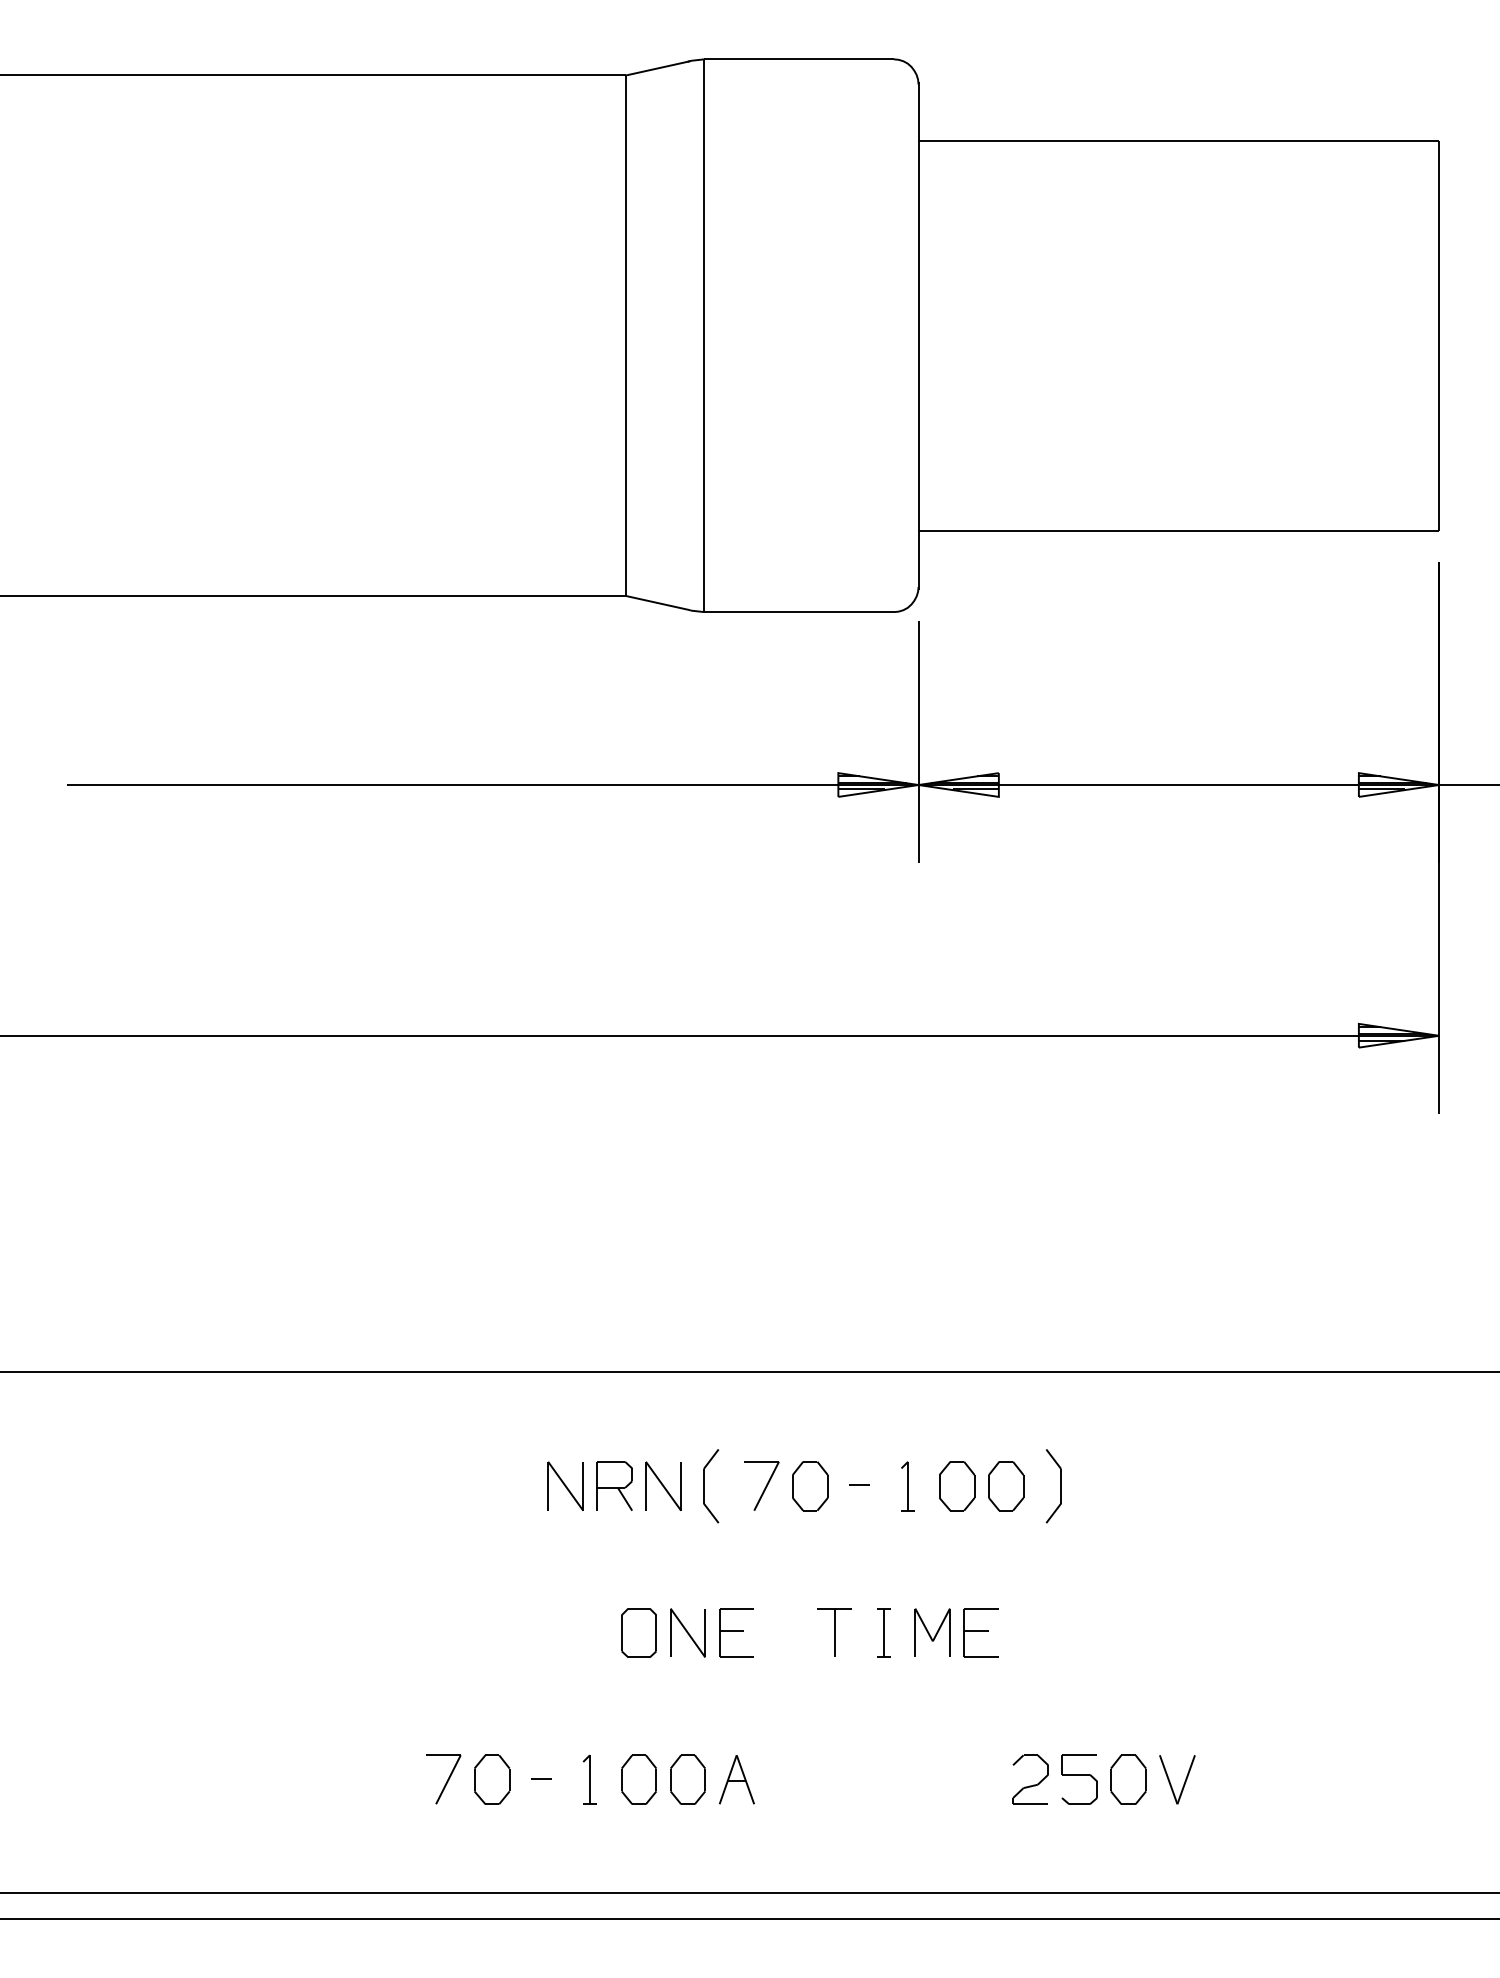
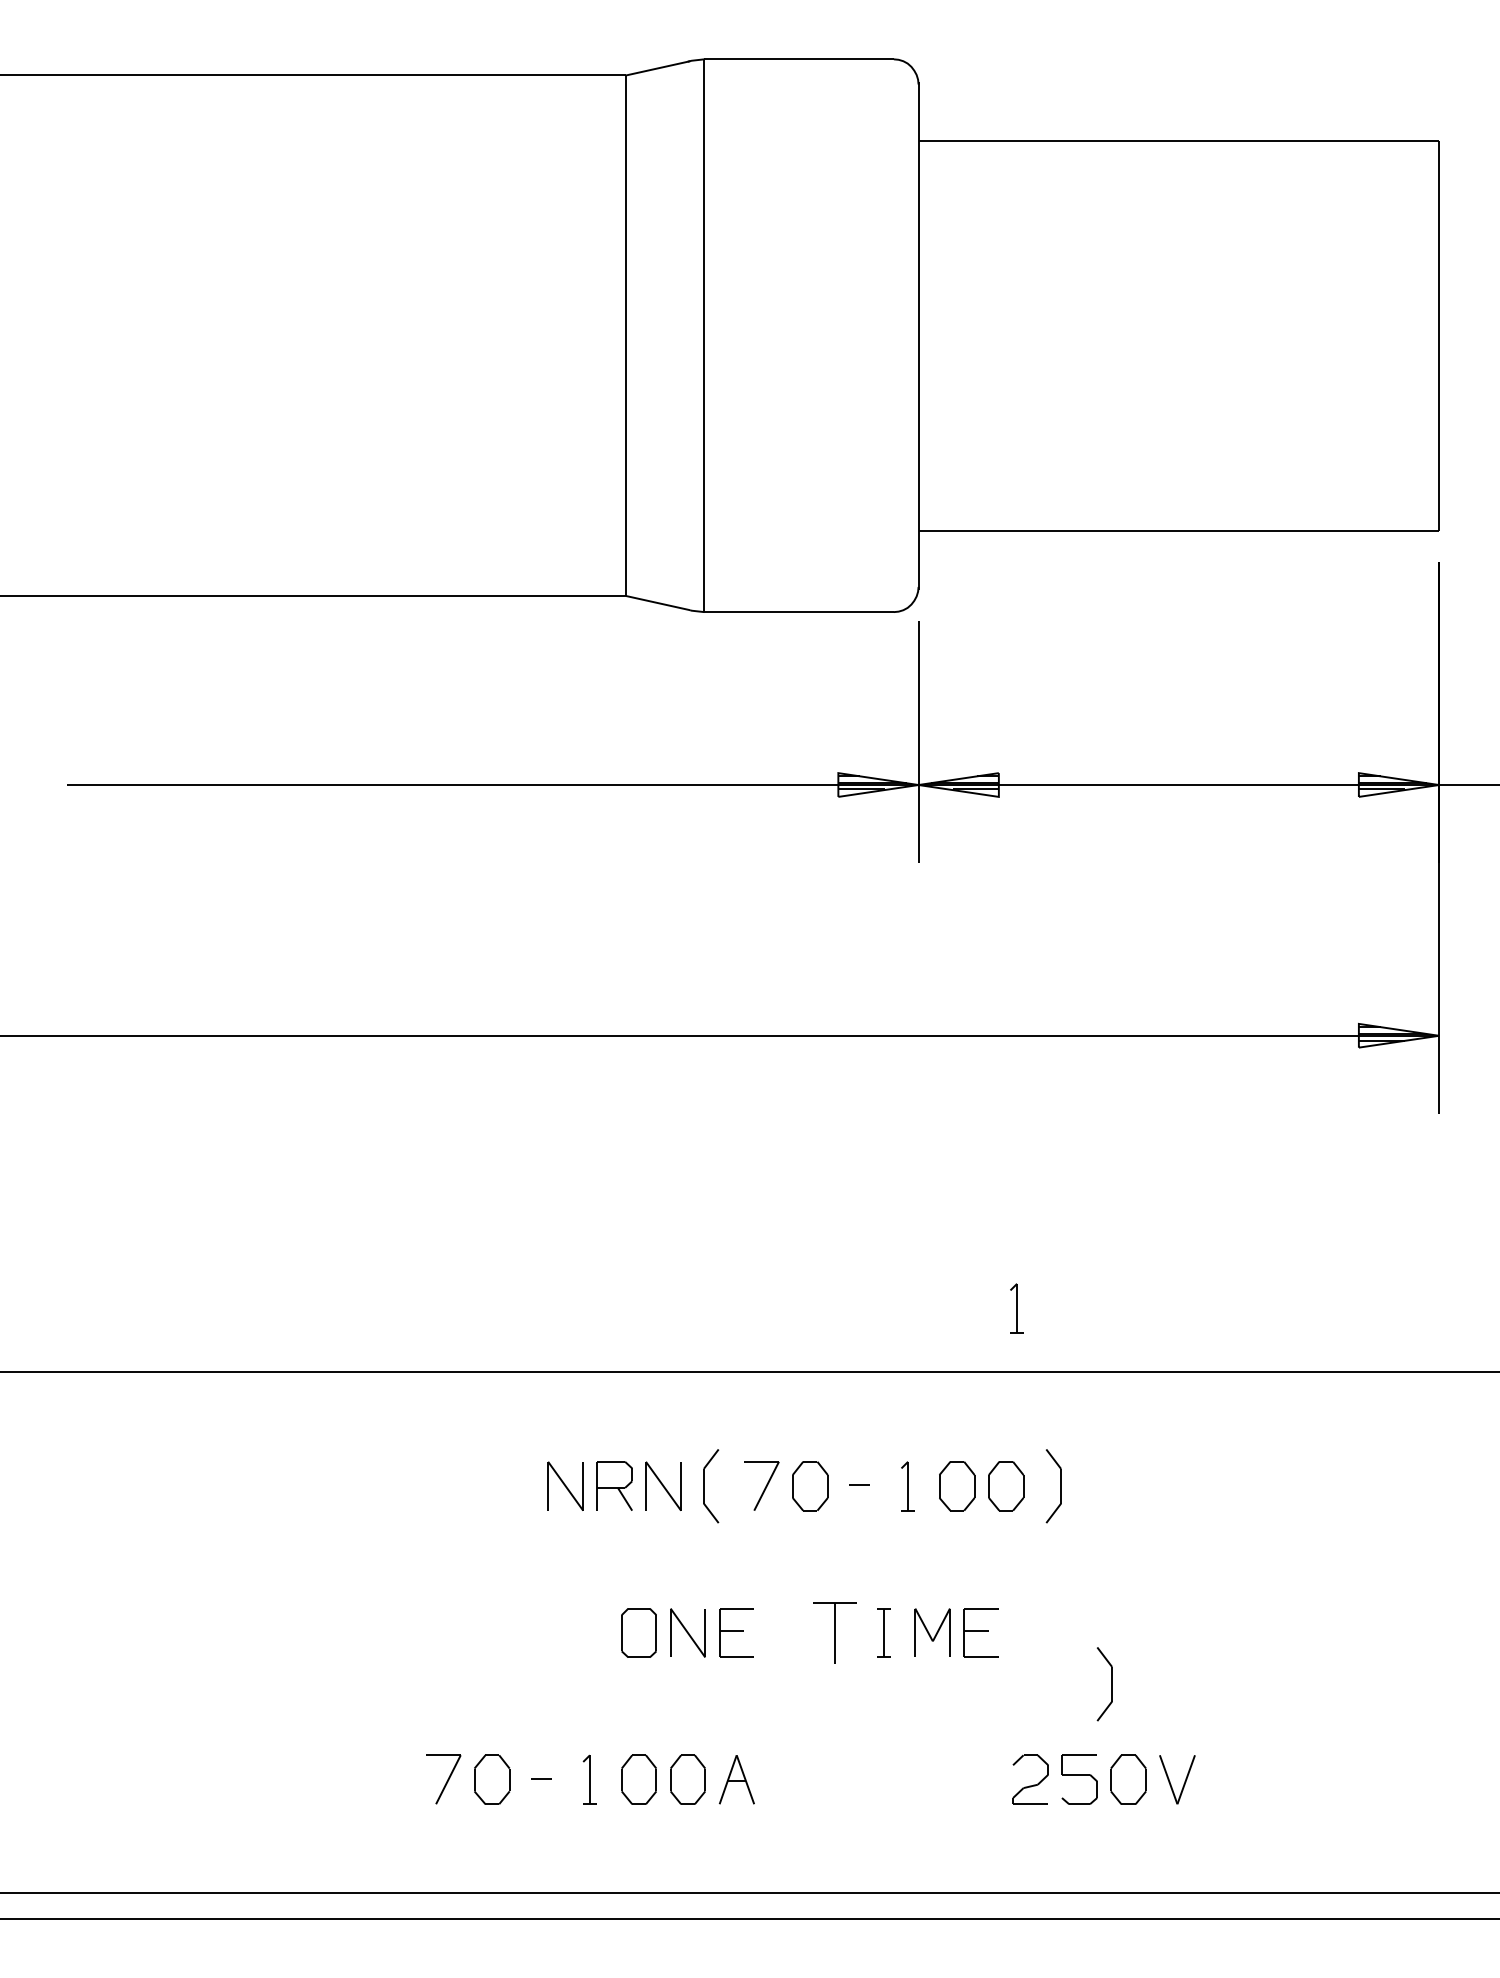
part at (1016, 1308): none -> present
part at (834, 1632) size: 35x49 px -> 44x62 px
part at (1111, 1684): none -> present
